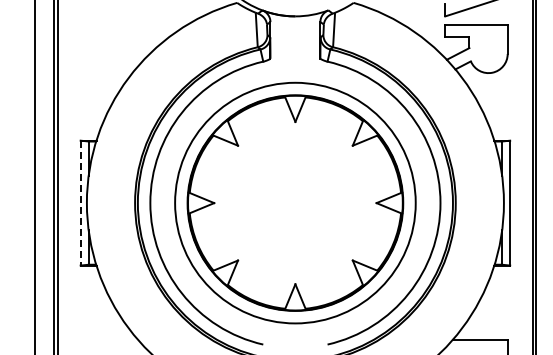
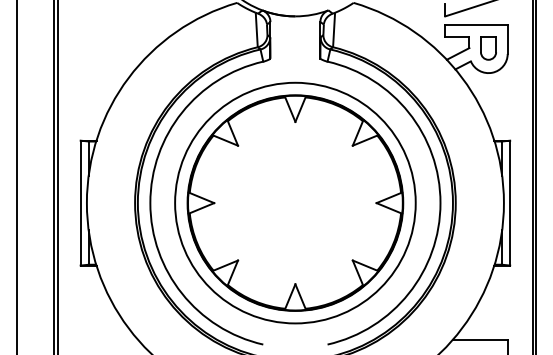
part at (488, 48): none -> present
line at (34, 176) position: (34, 176) -> (16, 176)
line at (80, 203): dashed -> solid
